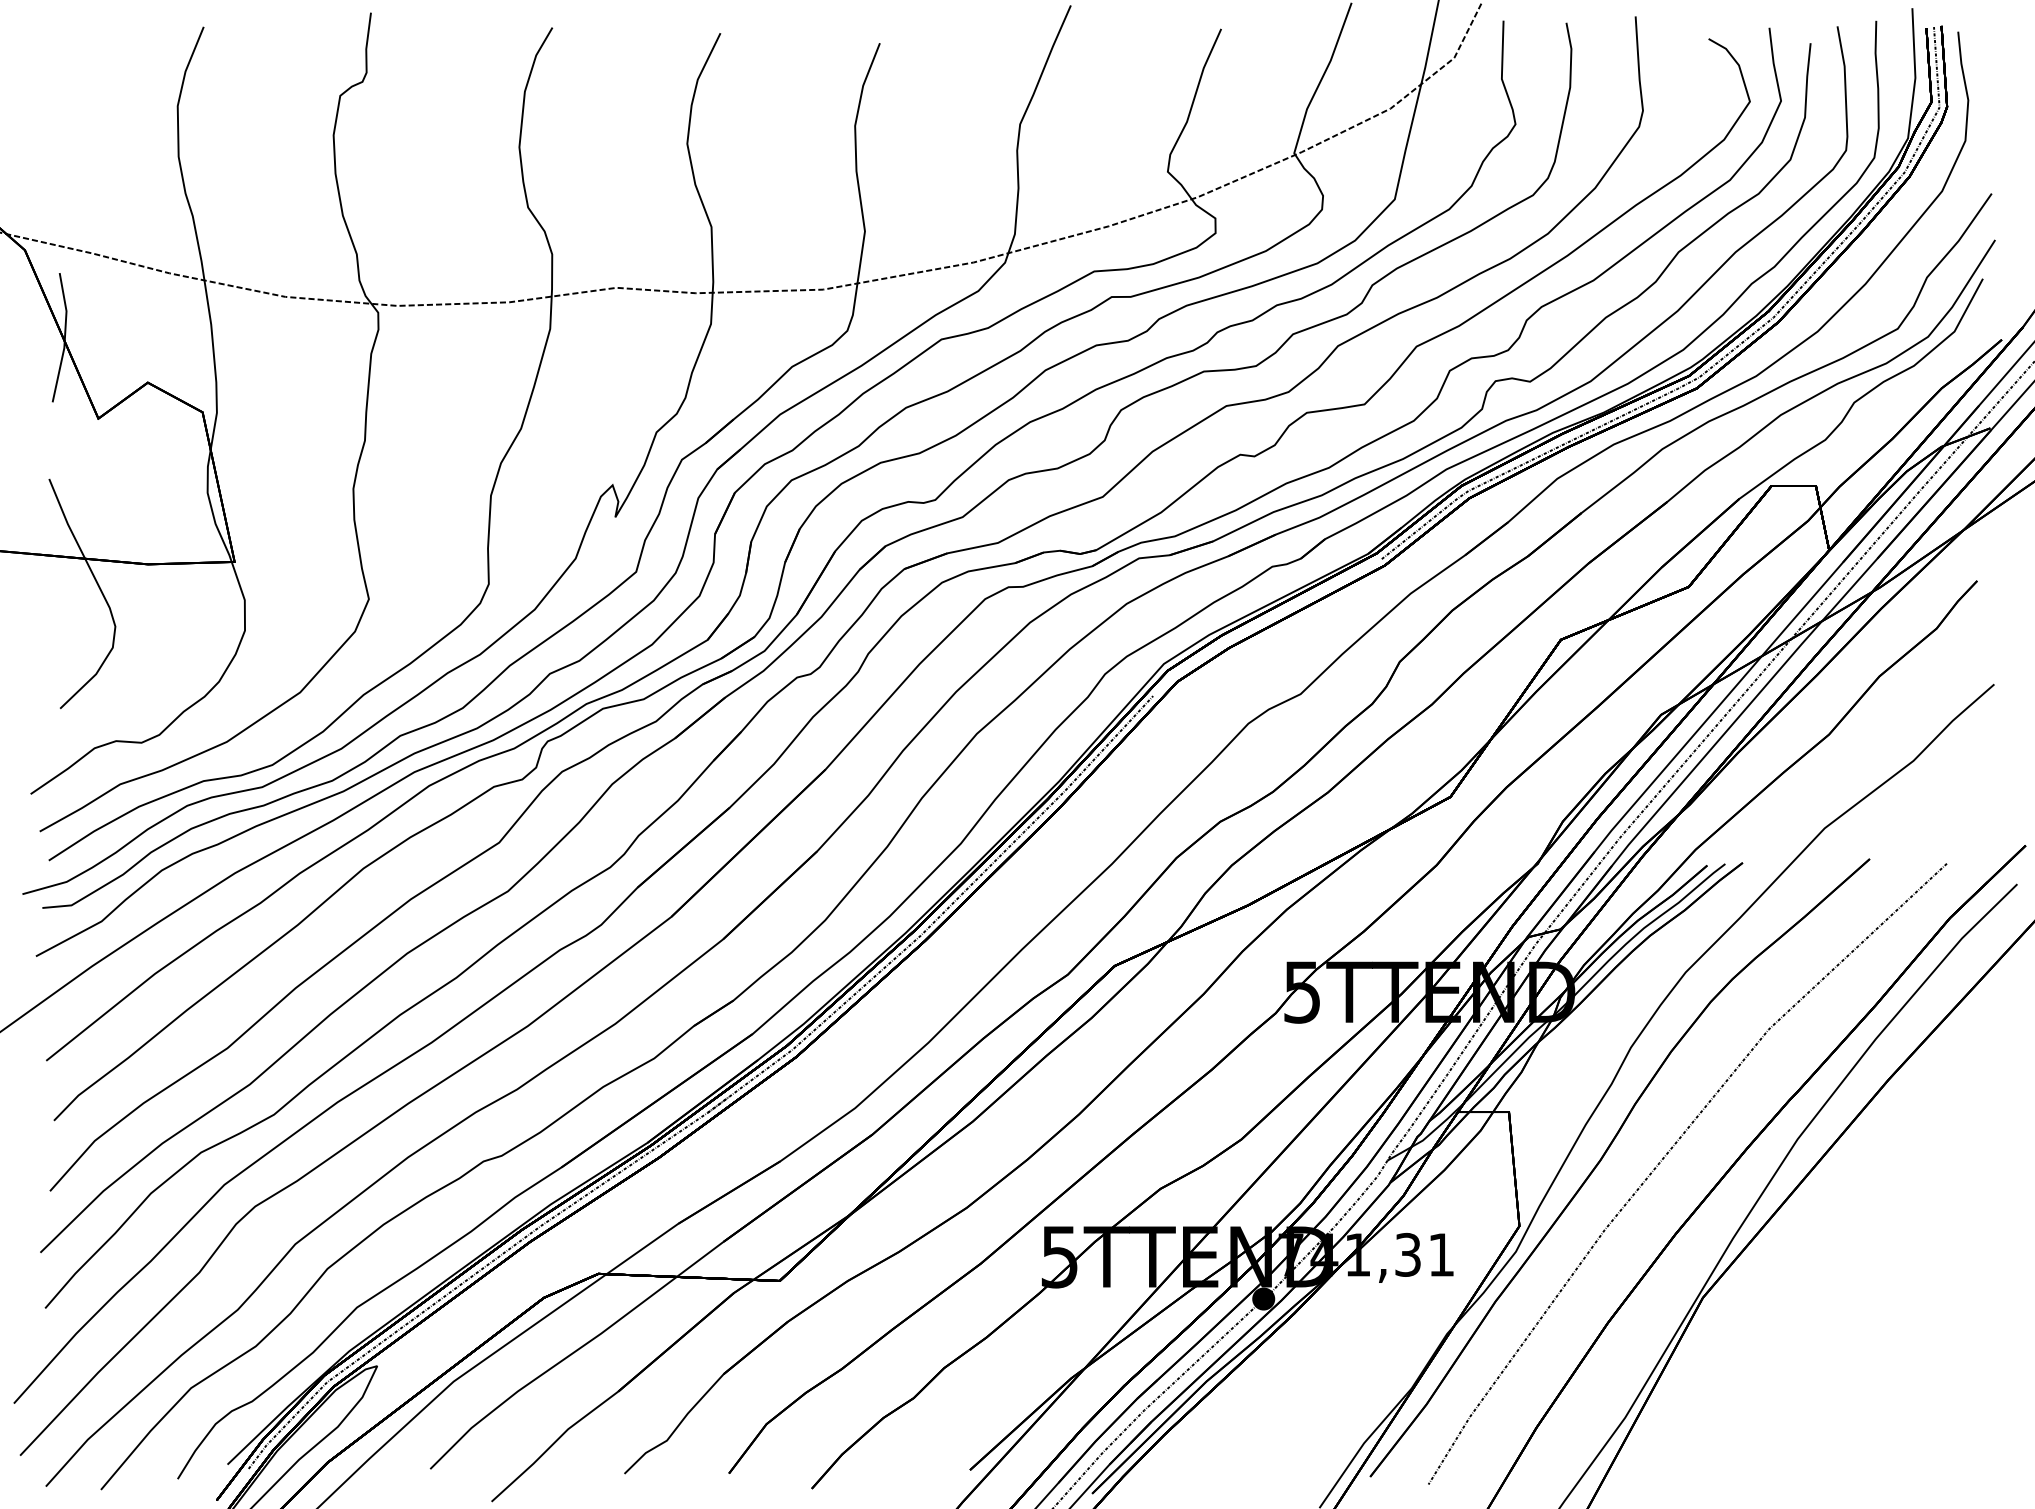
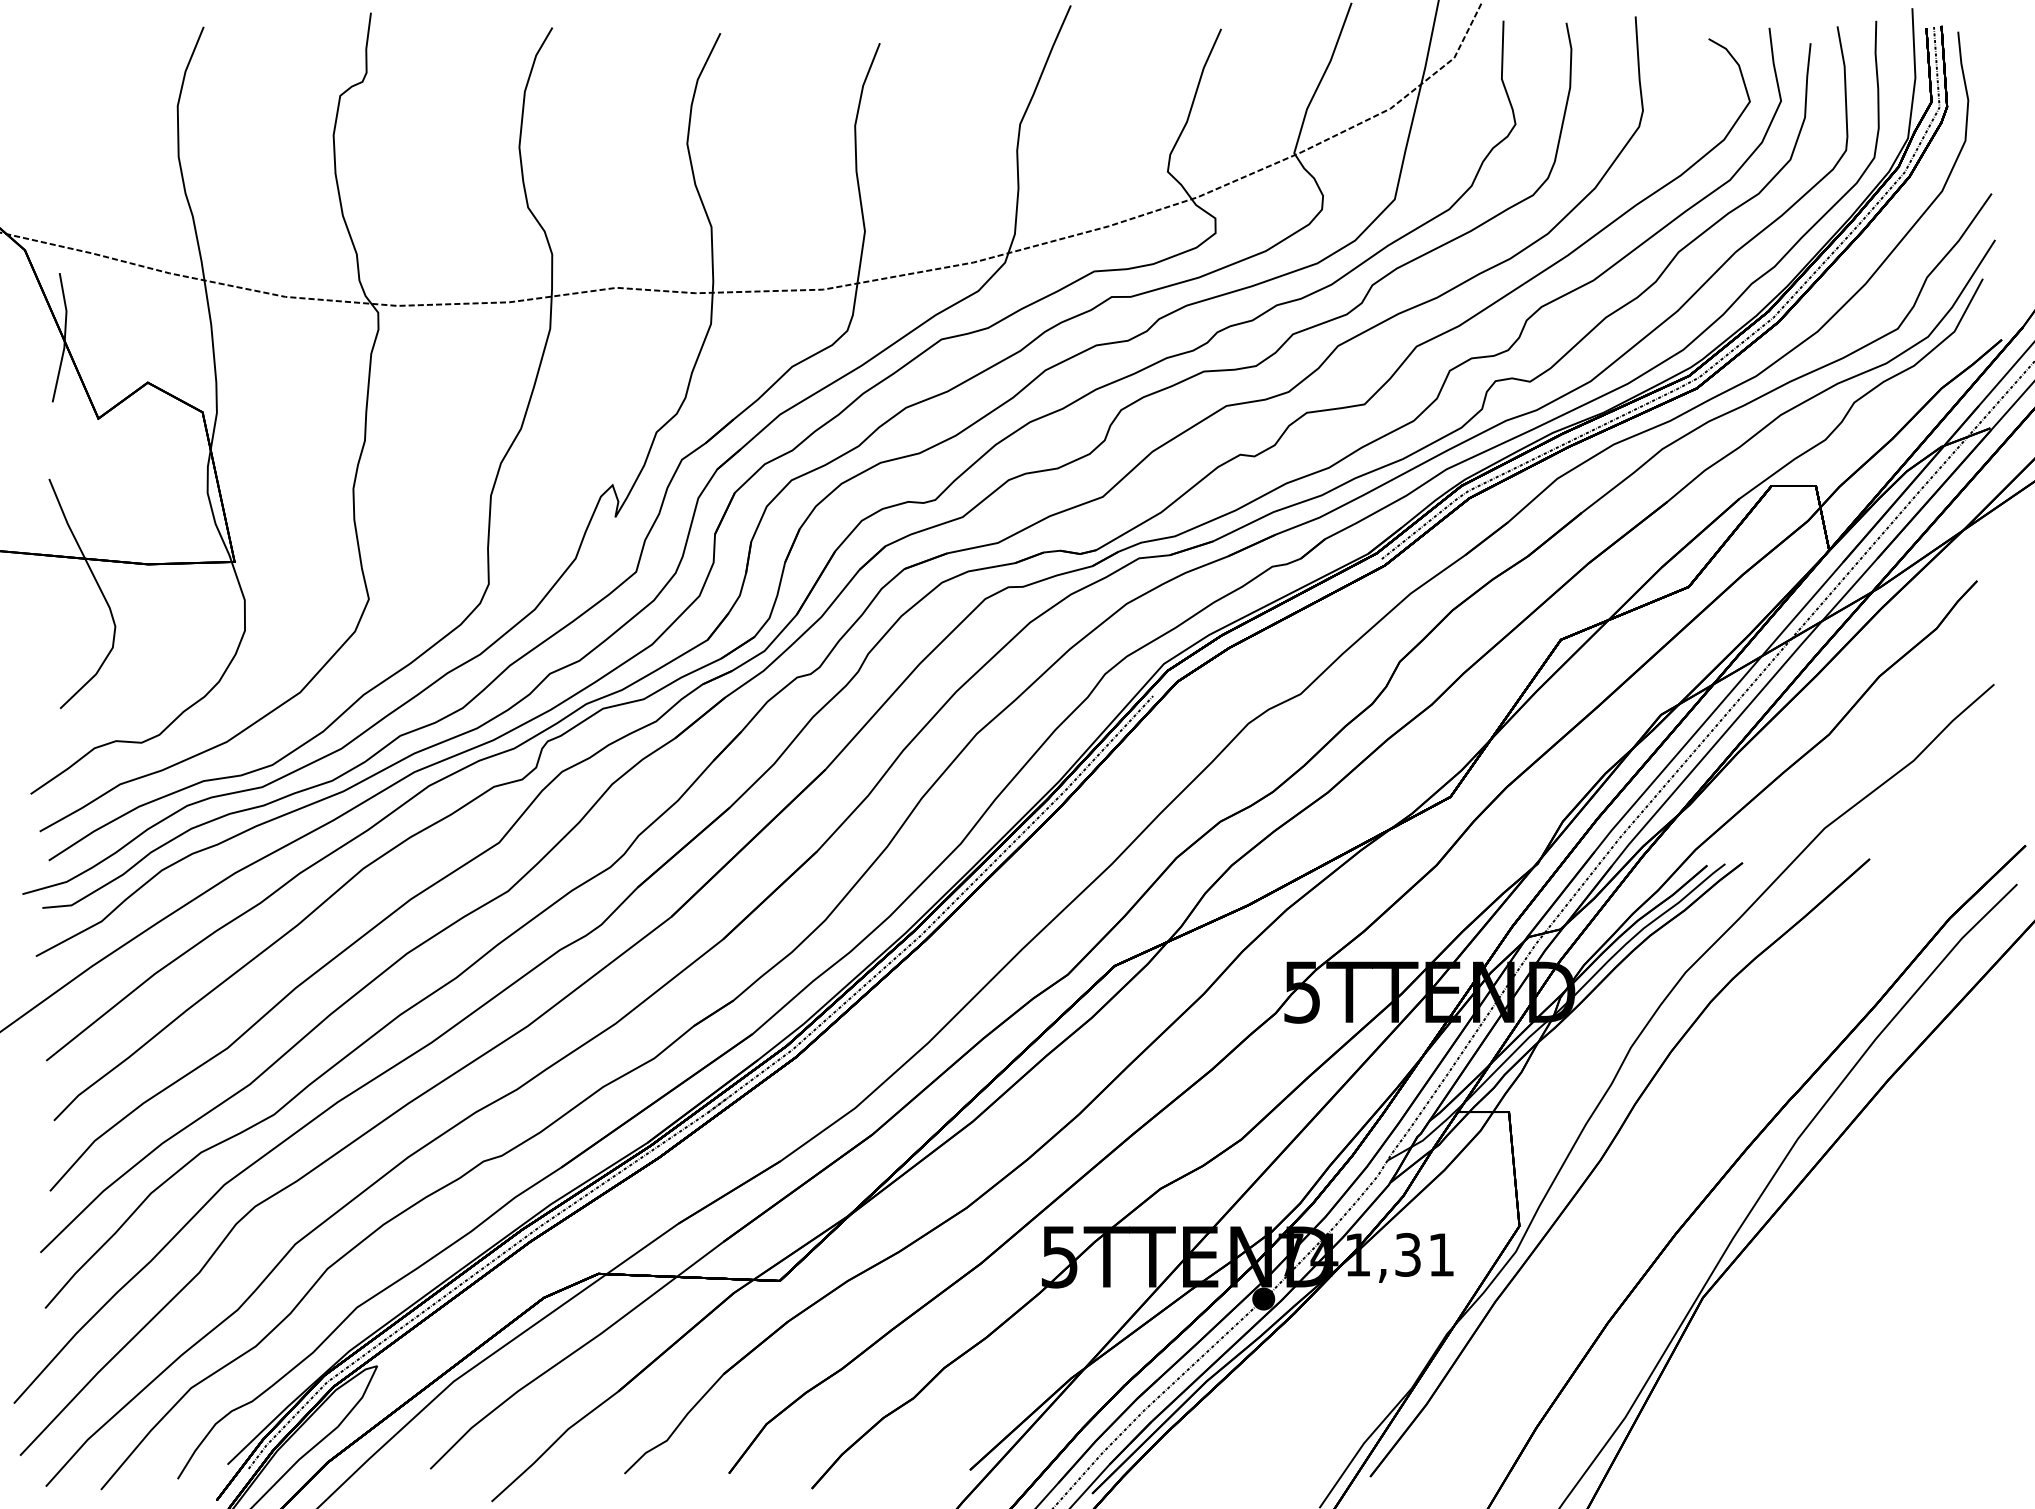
curve at (1666, 1156): present -> none
